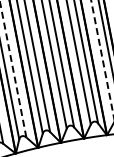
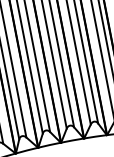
line at (102, 58): dashed -> solid
line at (13, 69): dashed -> solid
